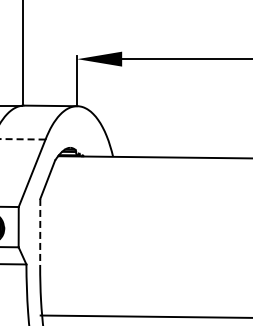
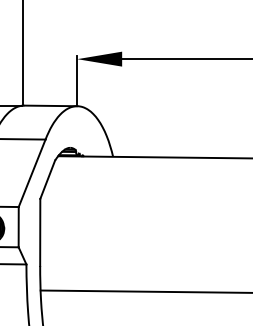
line at (22, 139): dashed -> solid
line at (40, 232): dashed -> solid
line at (144, 316) position: (144, 316) -> (144, 291)
